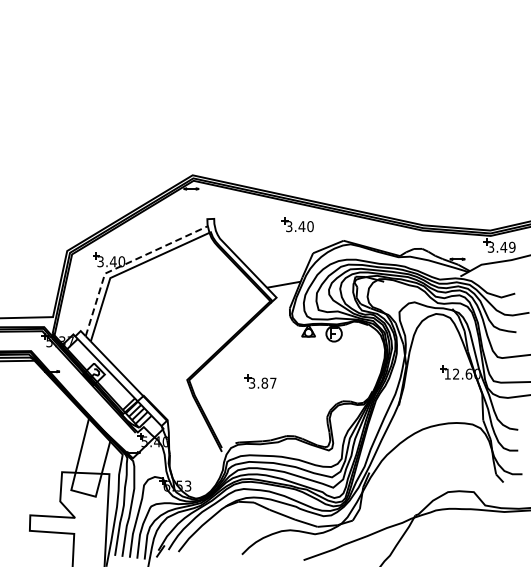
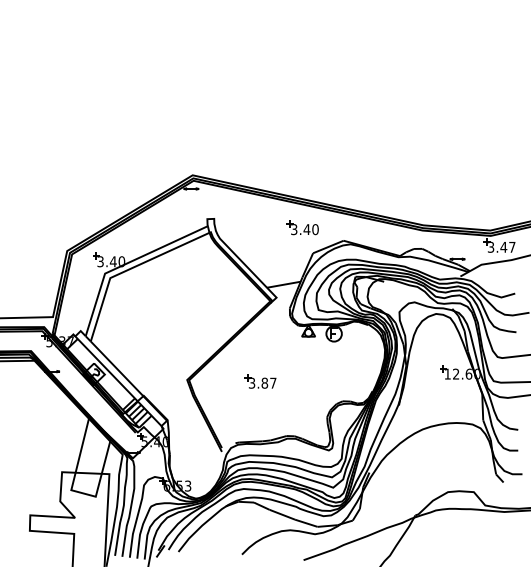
part at (297, 224) position: (297, 224) -> (302, 227)
text at (512, 246): 3.49 -> 3.47
line at (126, 263): dashed -> solid
